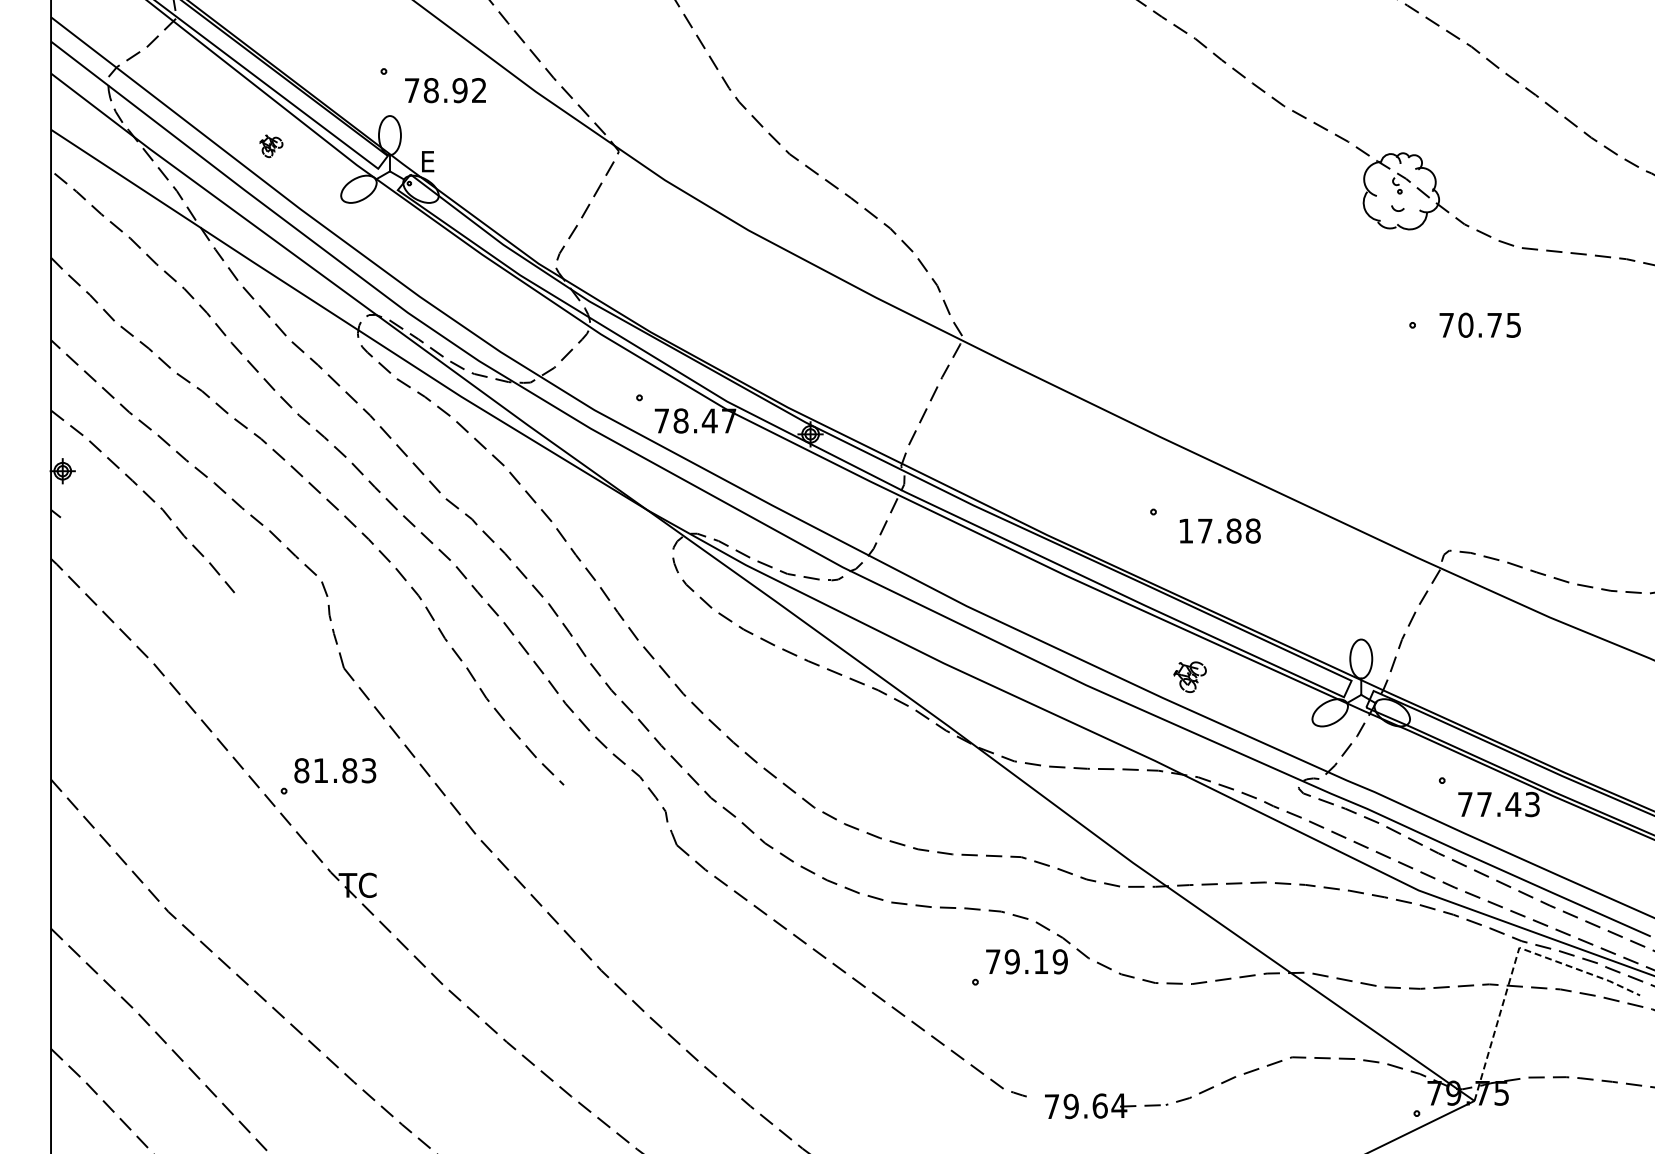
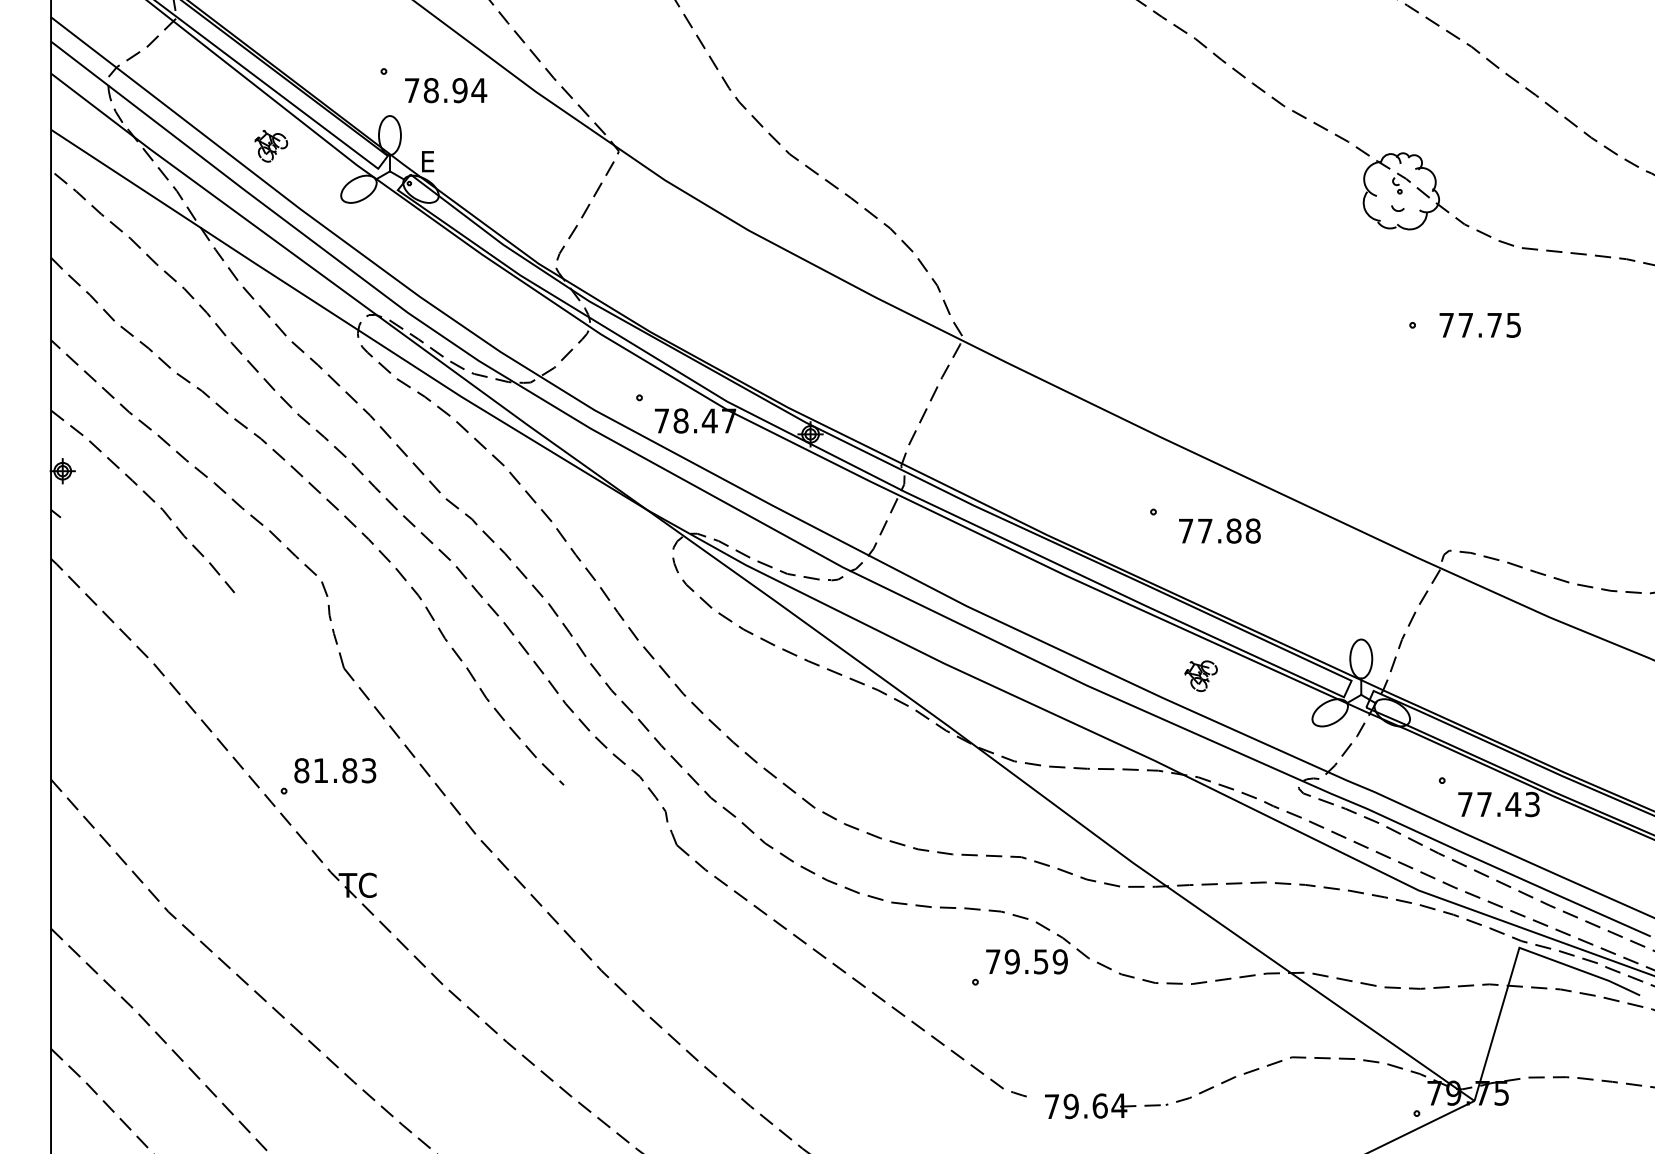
text at (479, 90): 78.92 -> 78.94
part at (271, 146) size: 25x25 px -> 35x33 px
text at (1465, 324): 70.75 -> 77.75
text at (1186, 530): 17.88 -> 77.88
part at (1189, 676) position: (1189, 676) -> (1200, 675)
line at (1515, 960): dashed -> solid
text at (1041, 961): 79.19 -> 79.59
